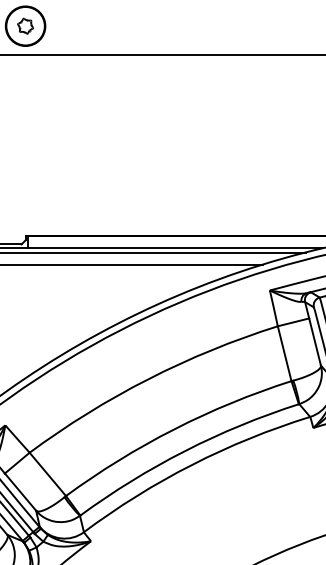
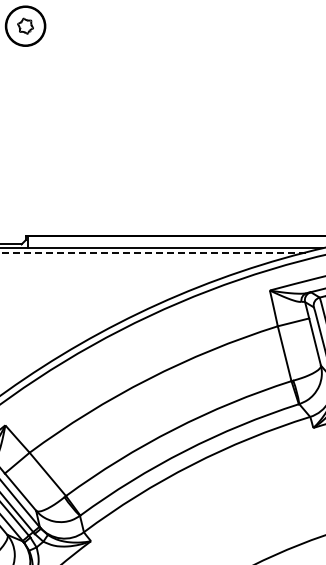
line at (162, 54): present -> none
line at (153, 252): solid -> dashed
line at (132, 264): present -> none
